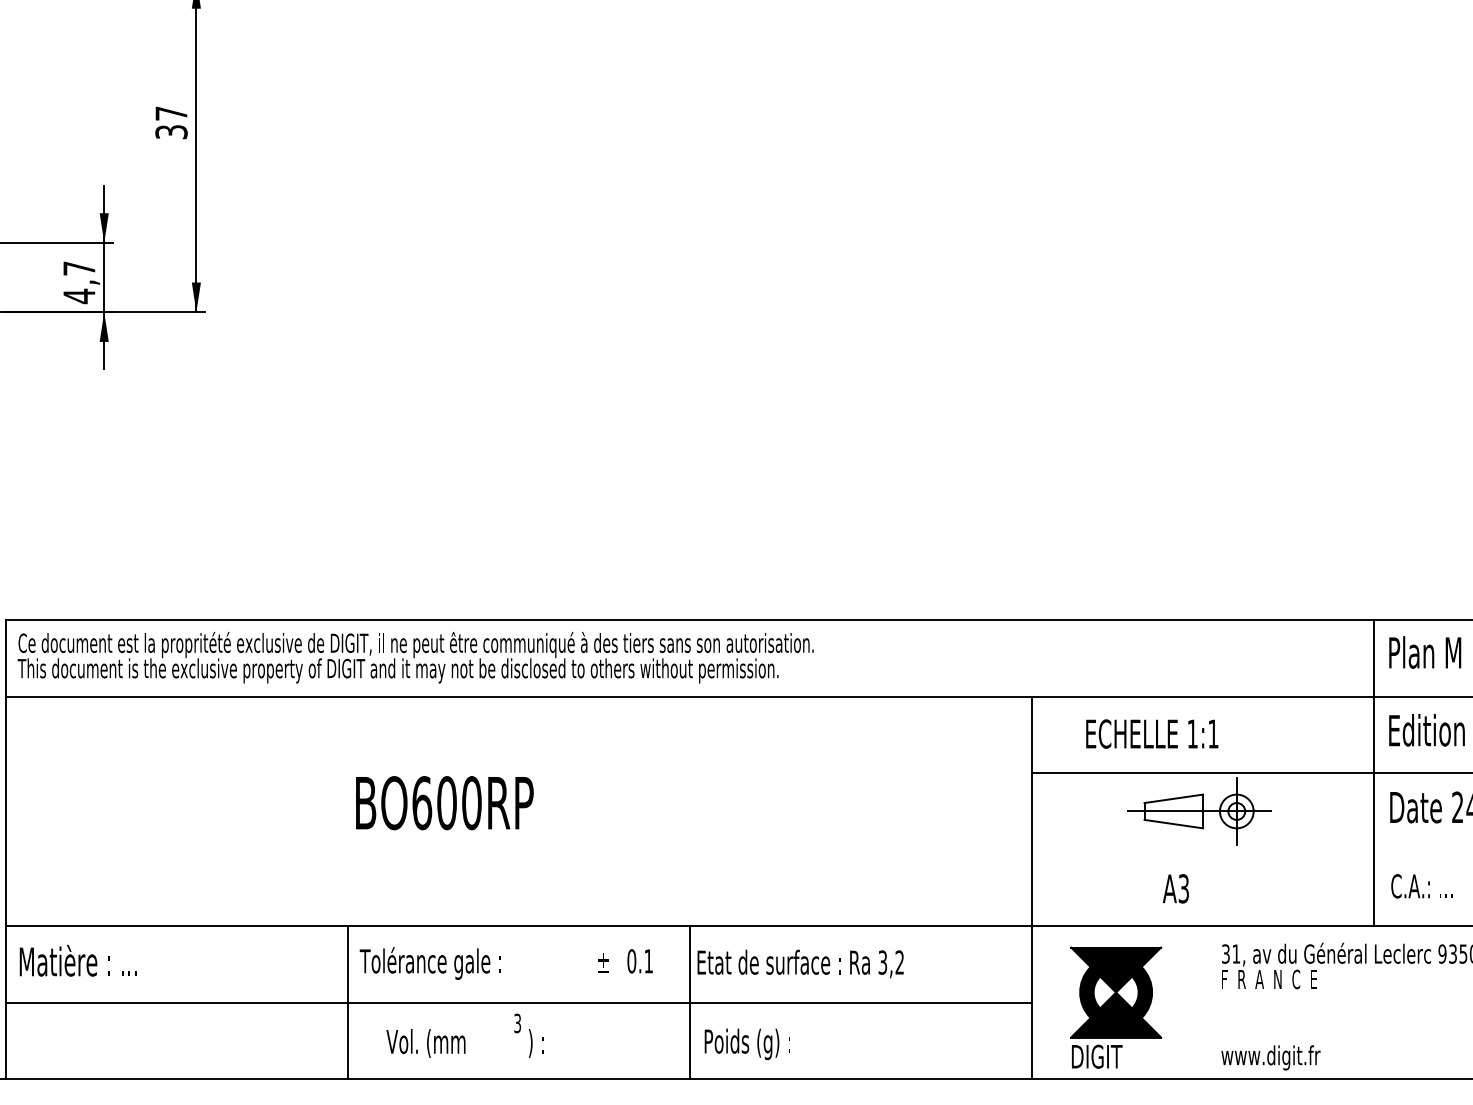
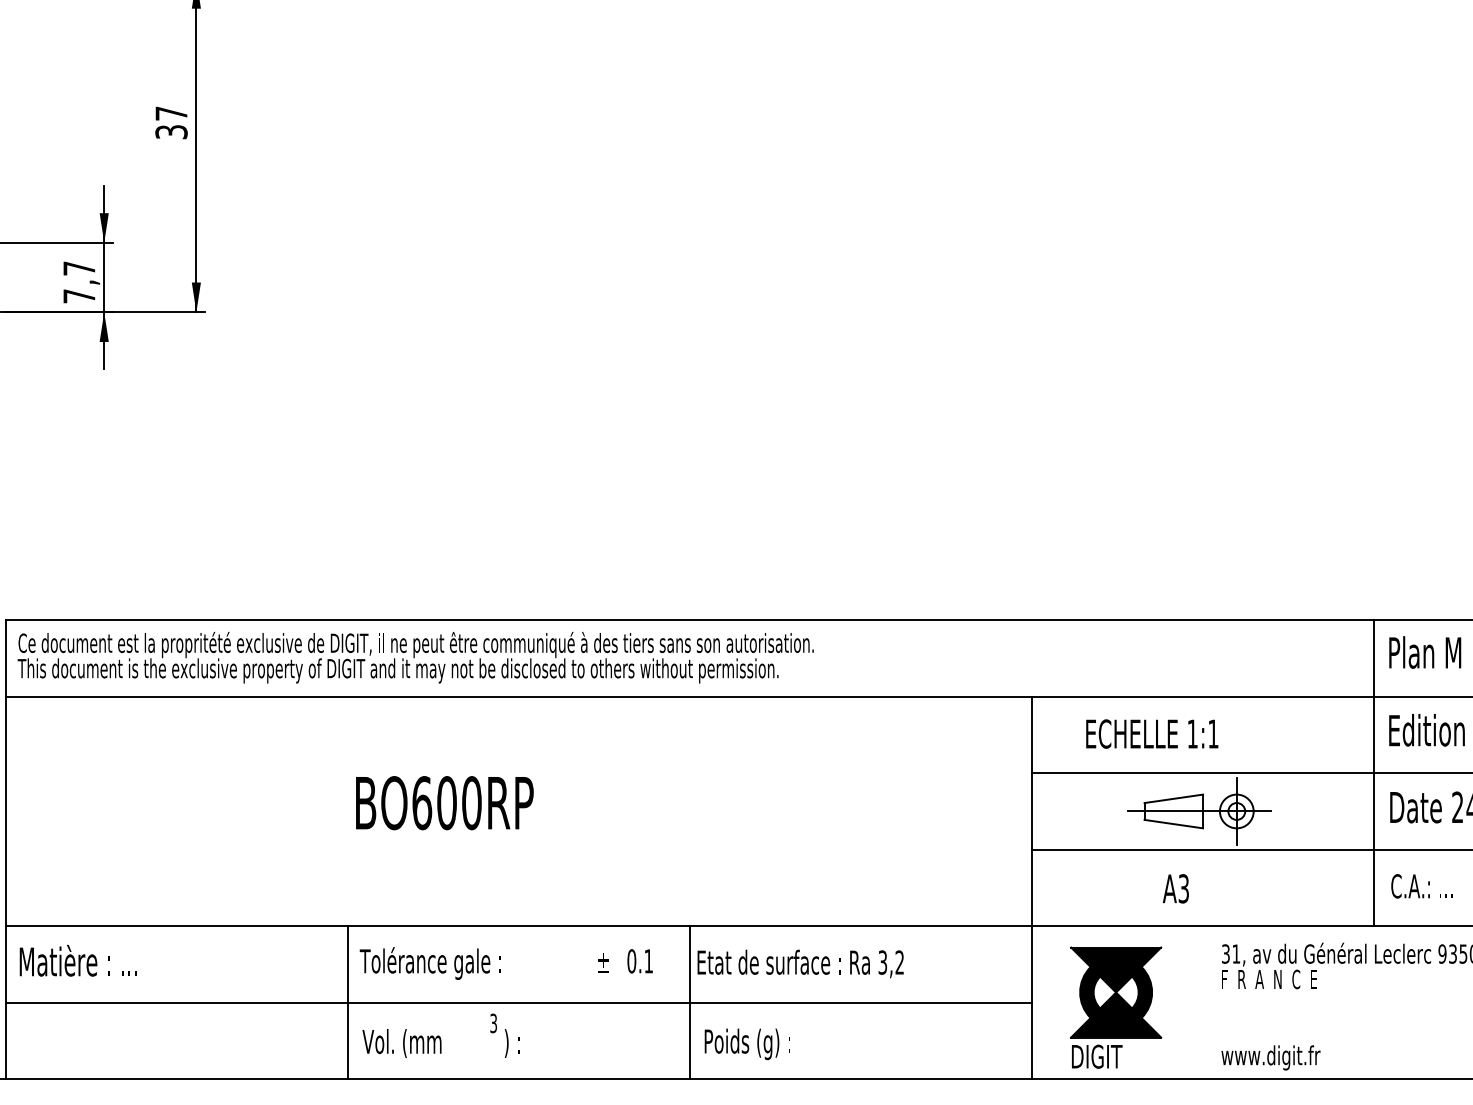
text at (79, 296): 4,7 -> 7,7
line at (1250, 849): none -> present
text at (464, 1035) position: (464, 1035) -> (440, 1035)
